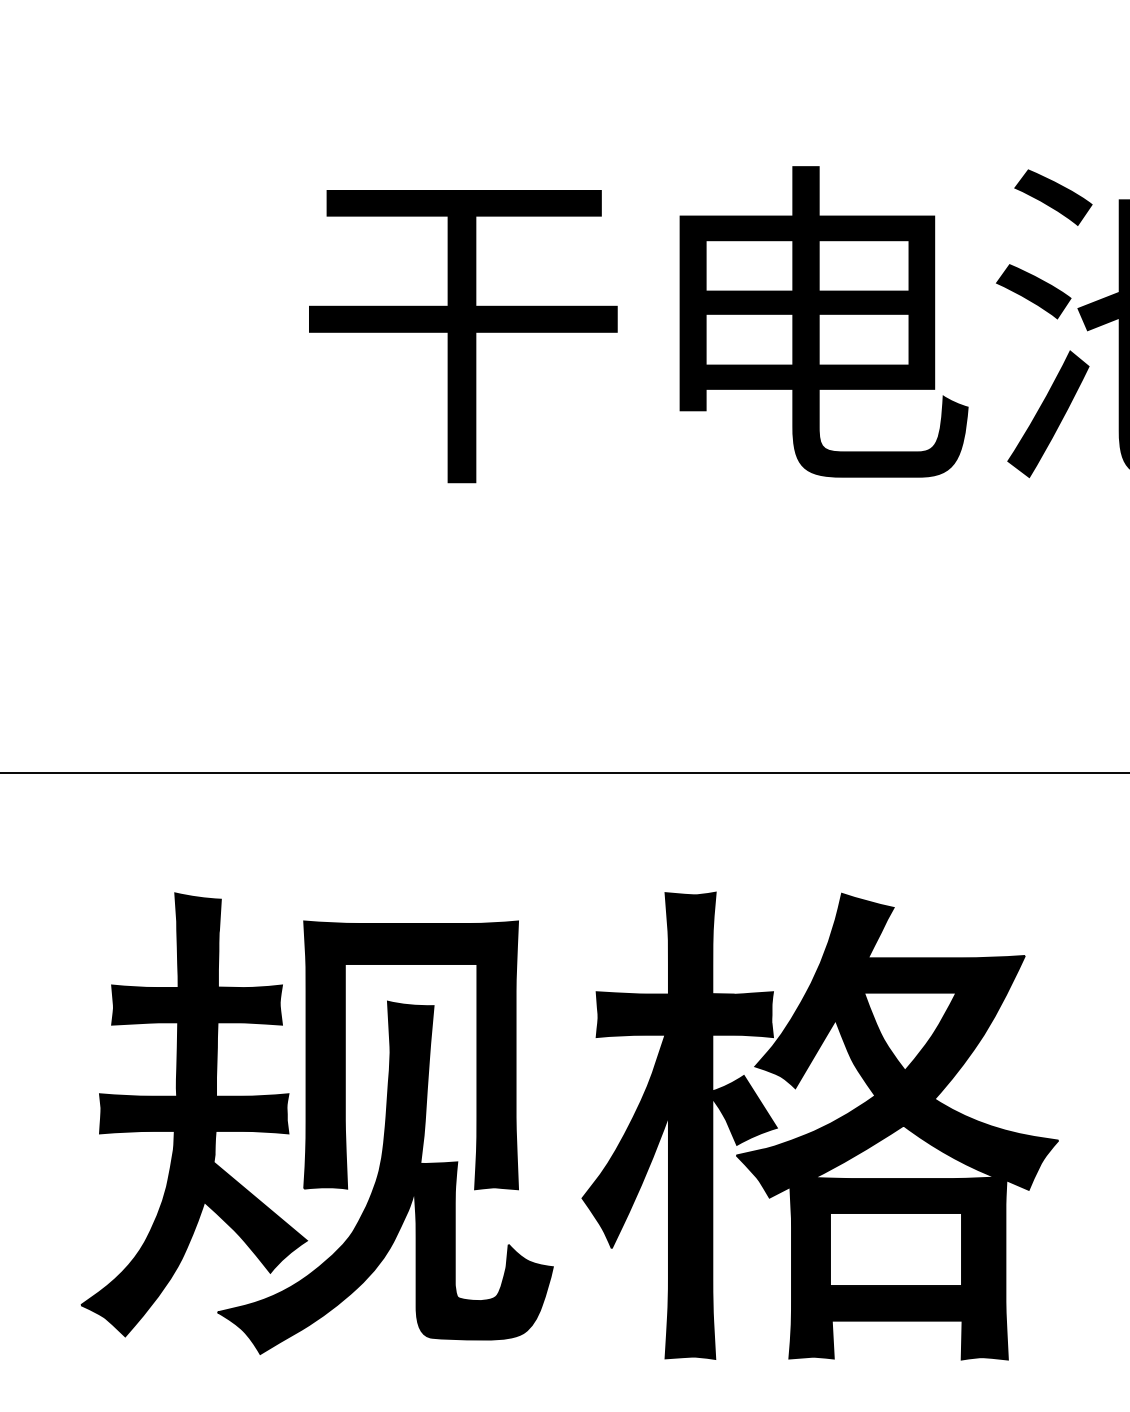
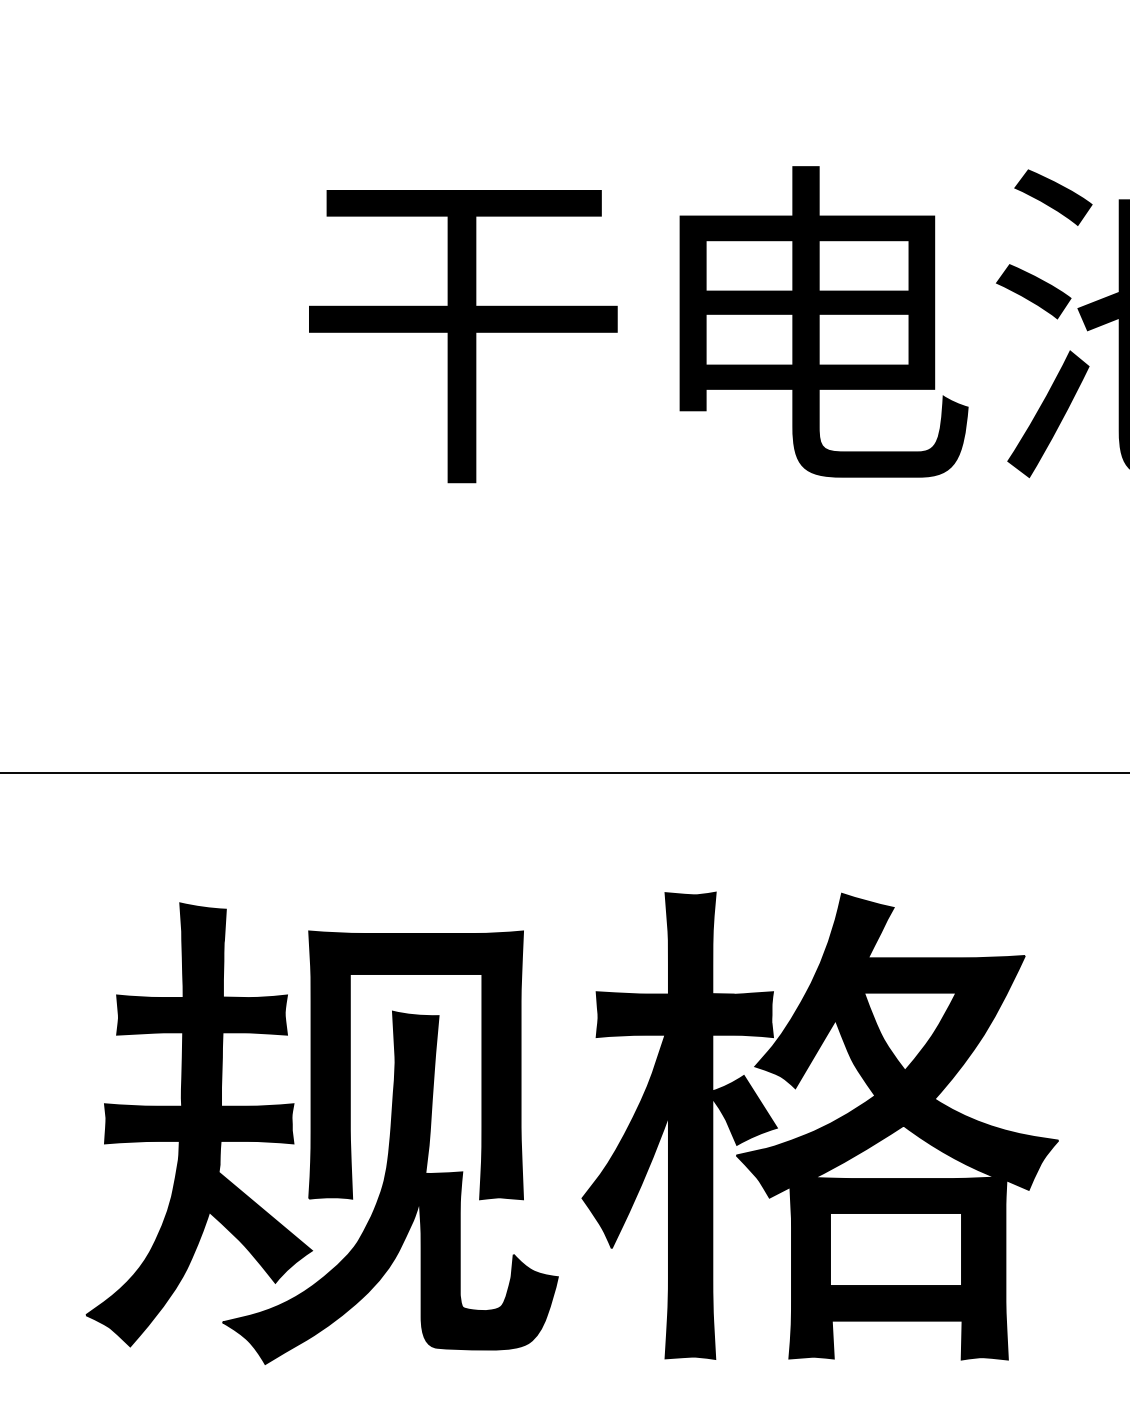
part at (316, 1123) position: (316, 1123) -> (321, 1133)
